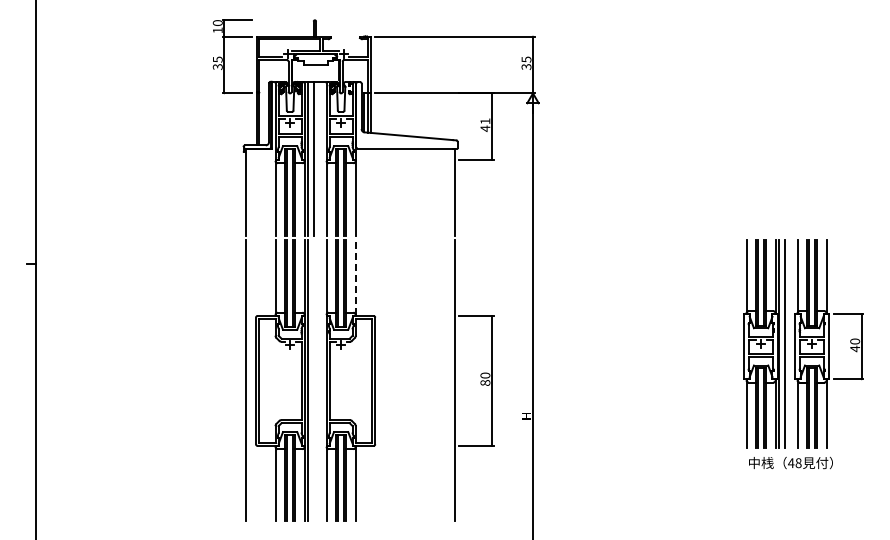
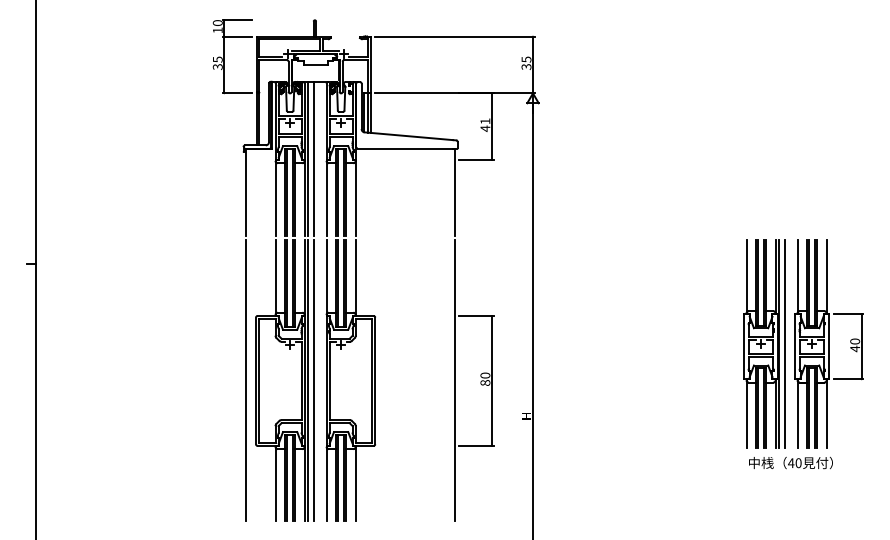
line at (355, 277): dashed -> solid
line at (314, 380): none -> present
text at (798, 463): 48 -> 40
